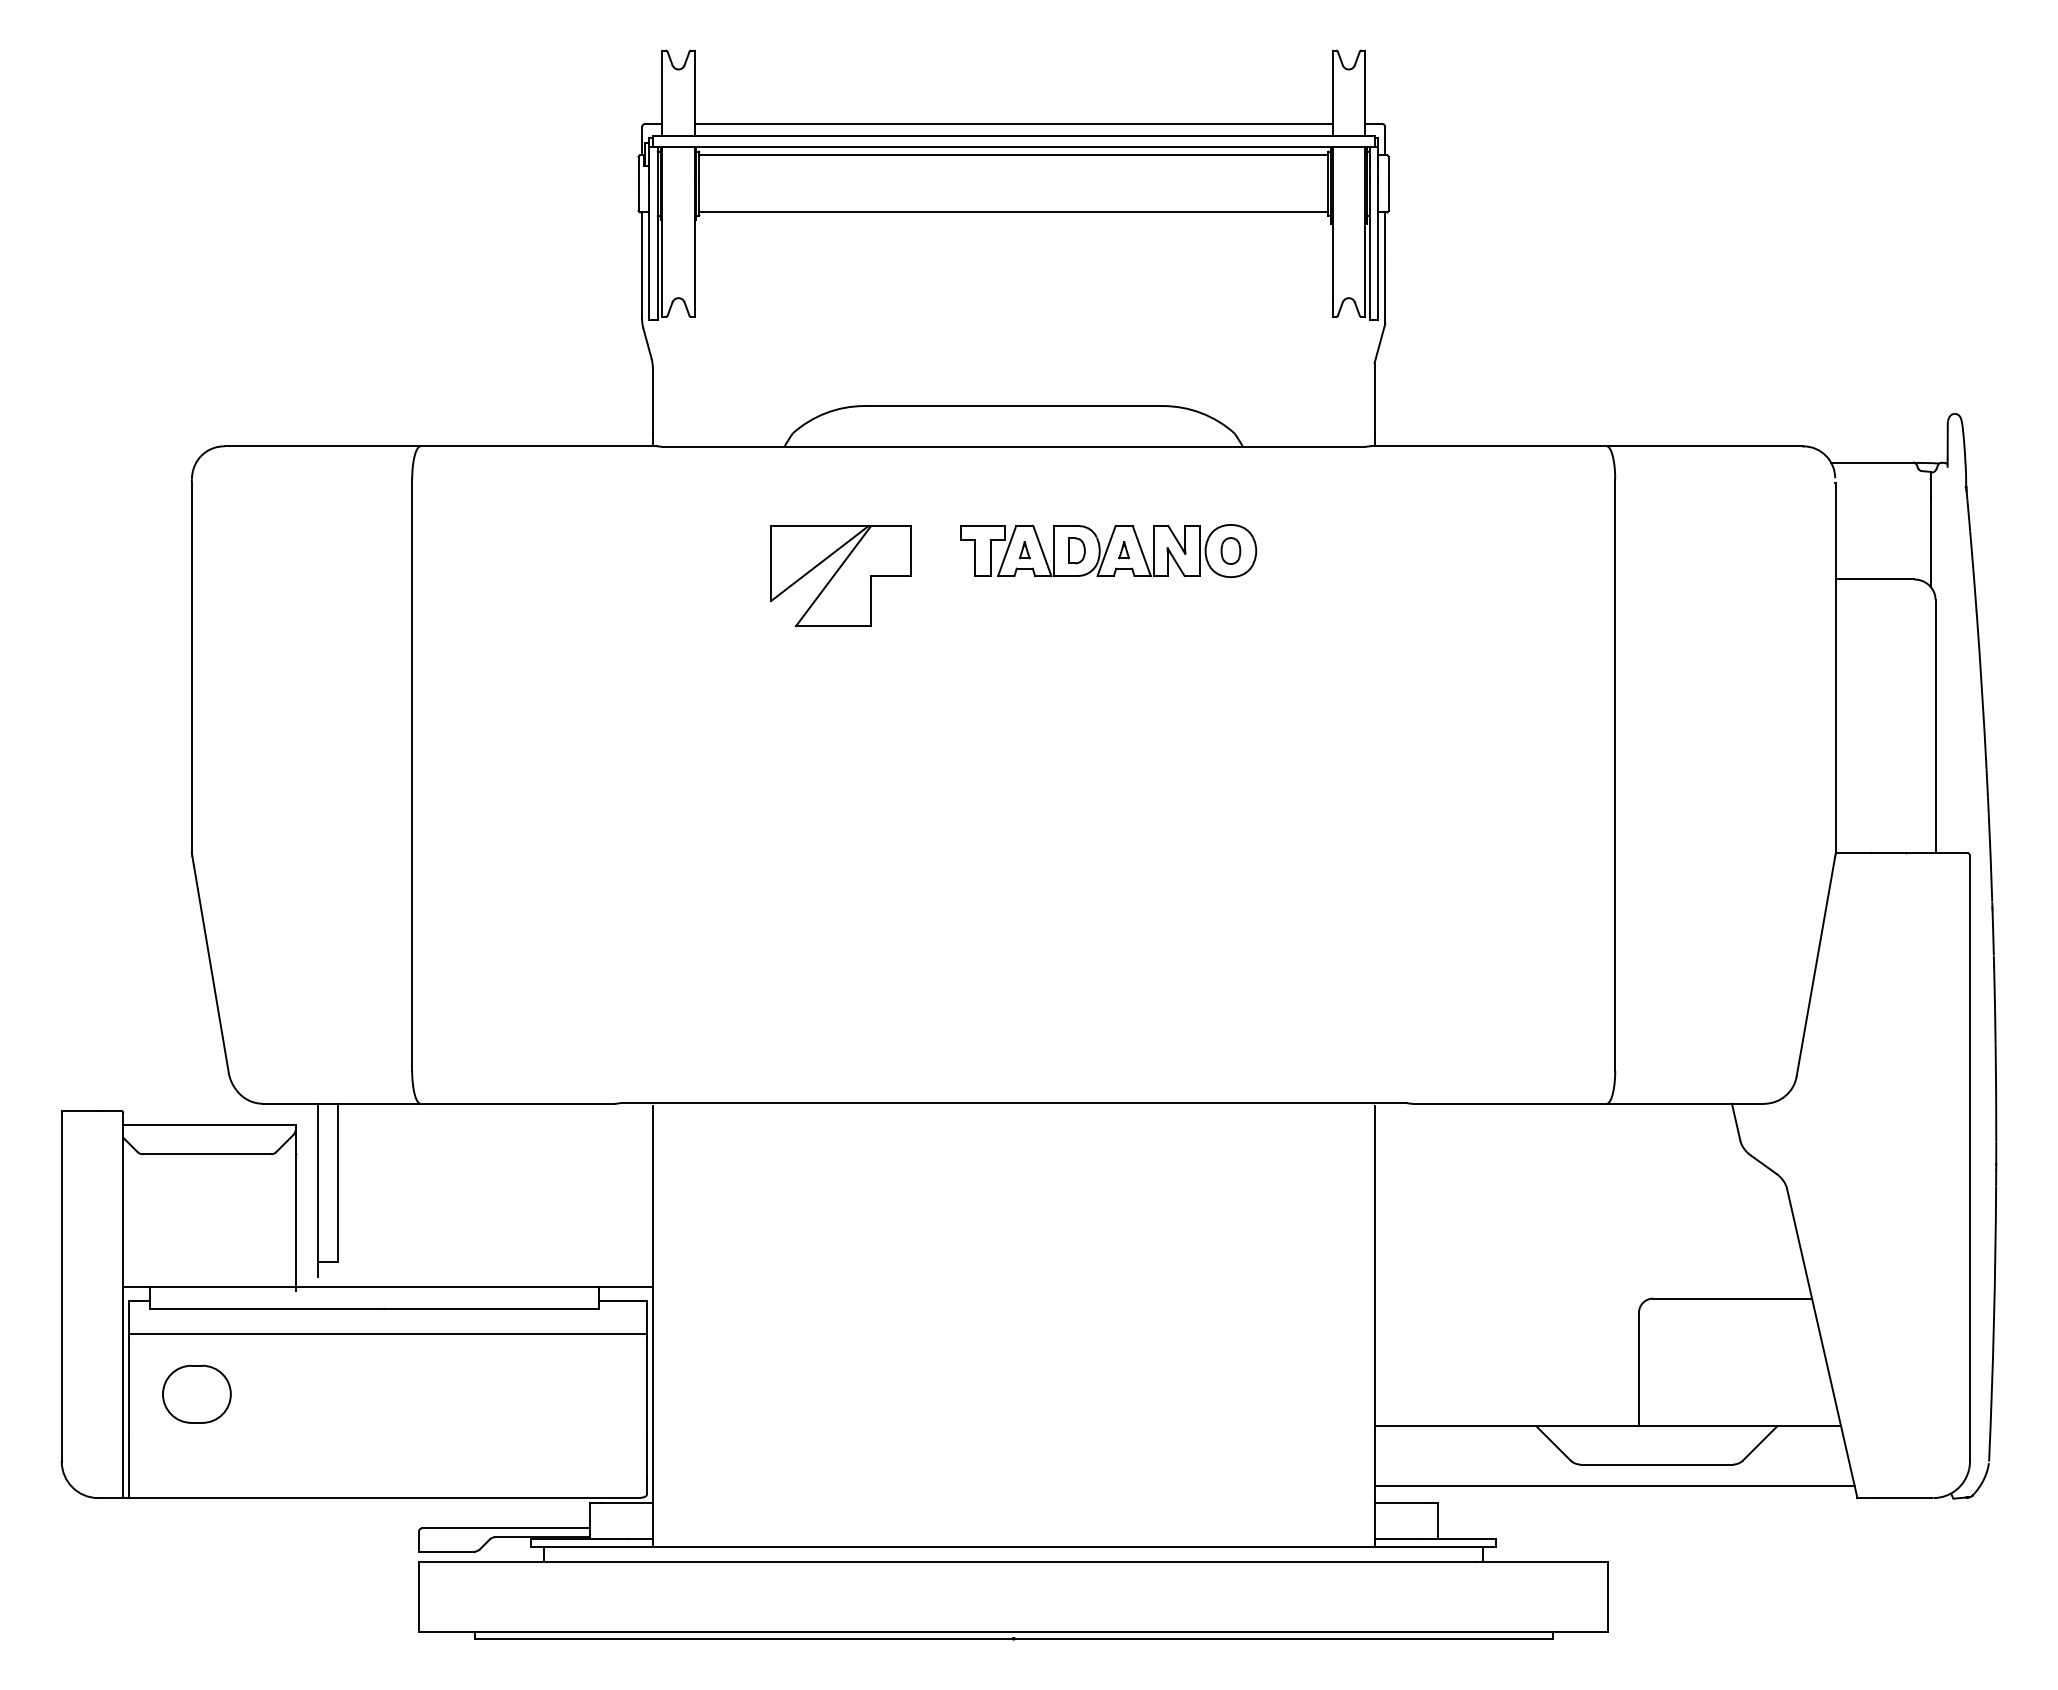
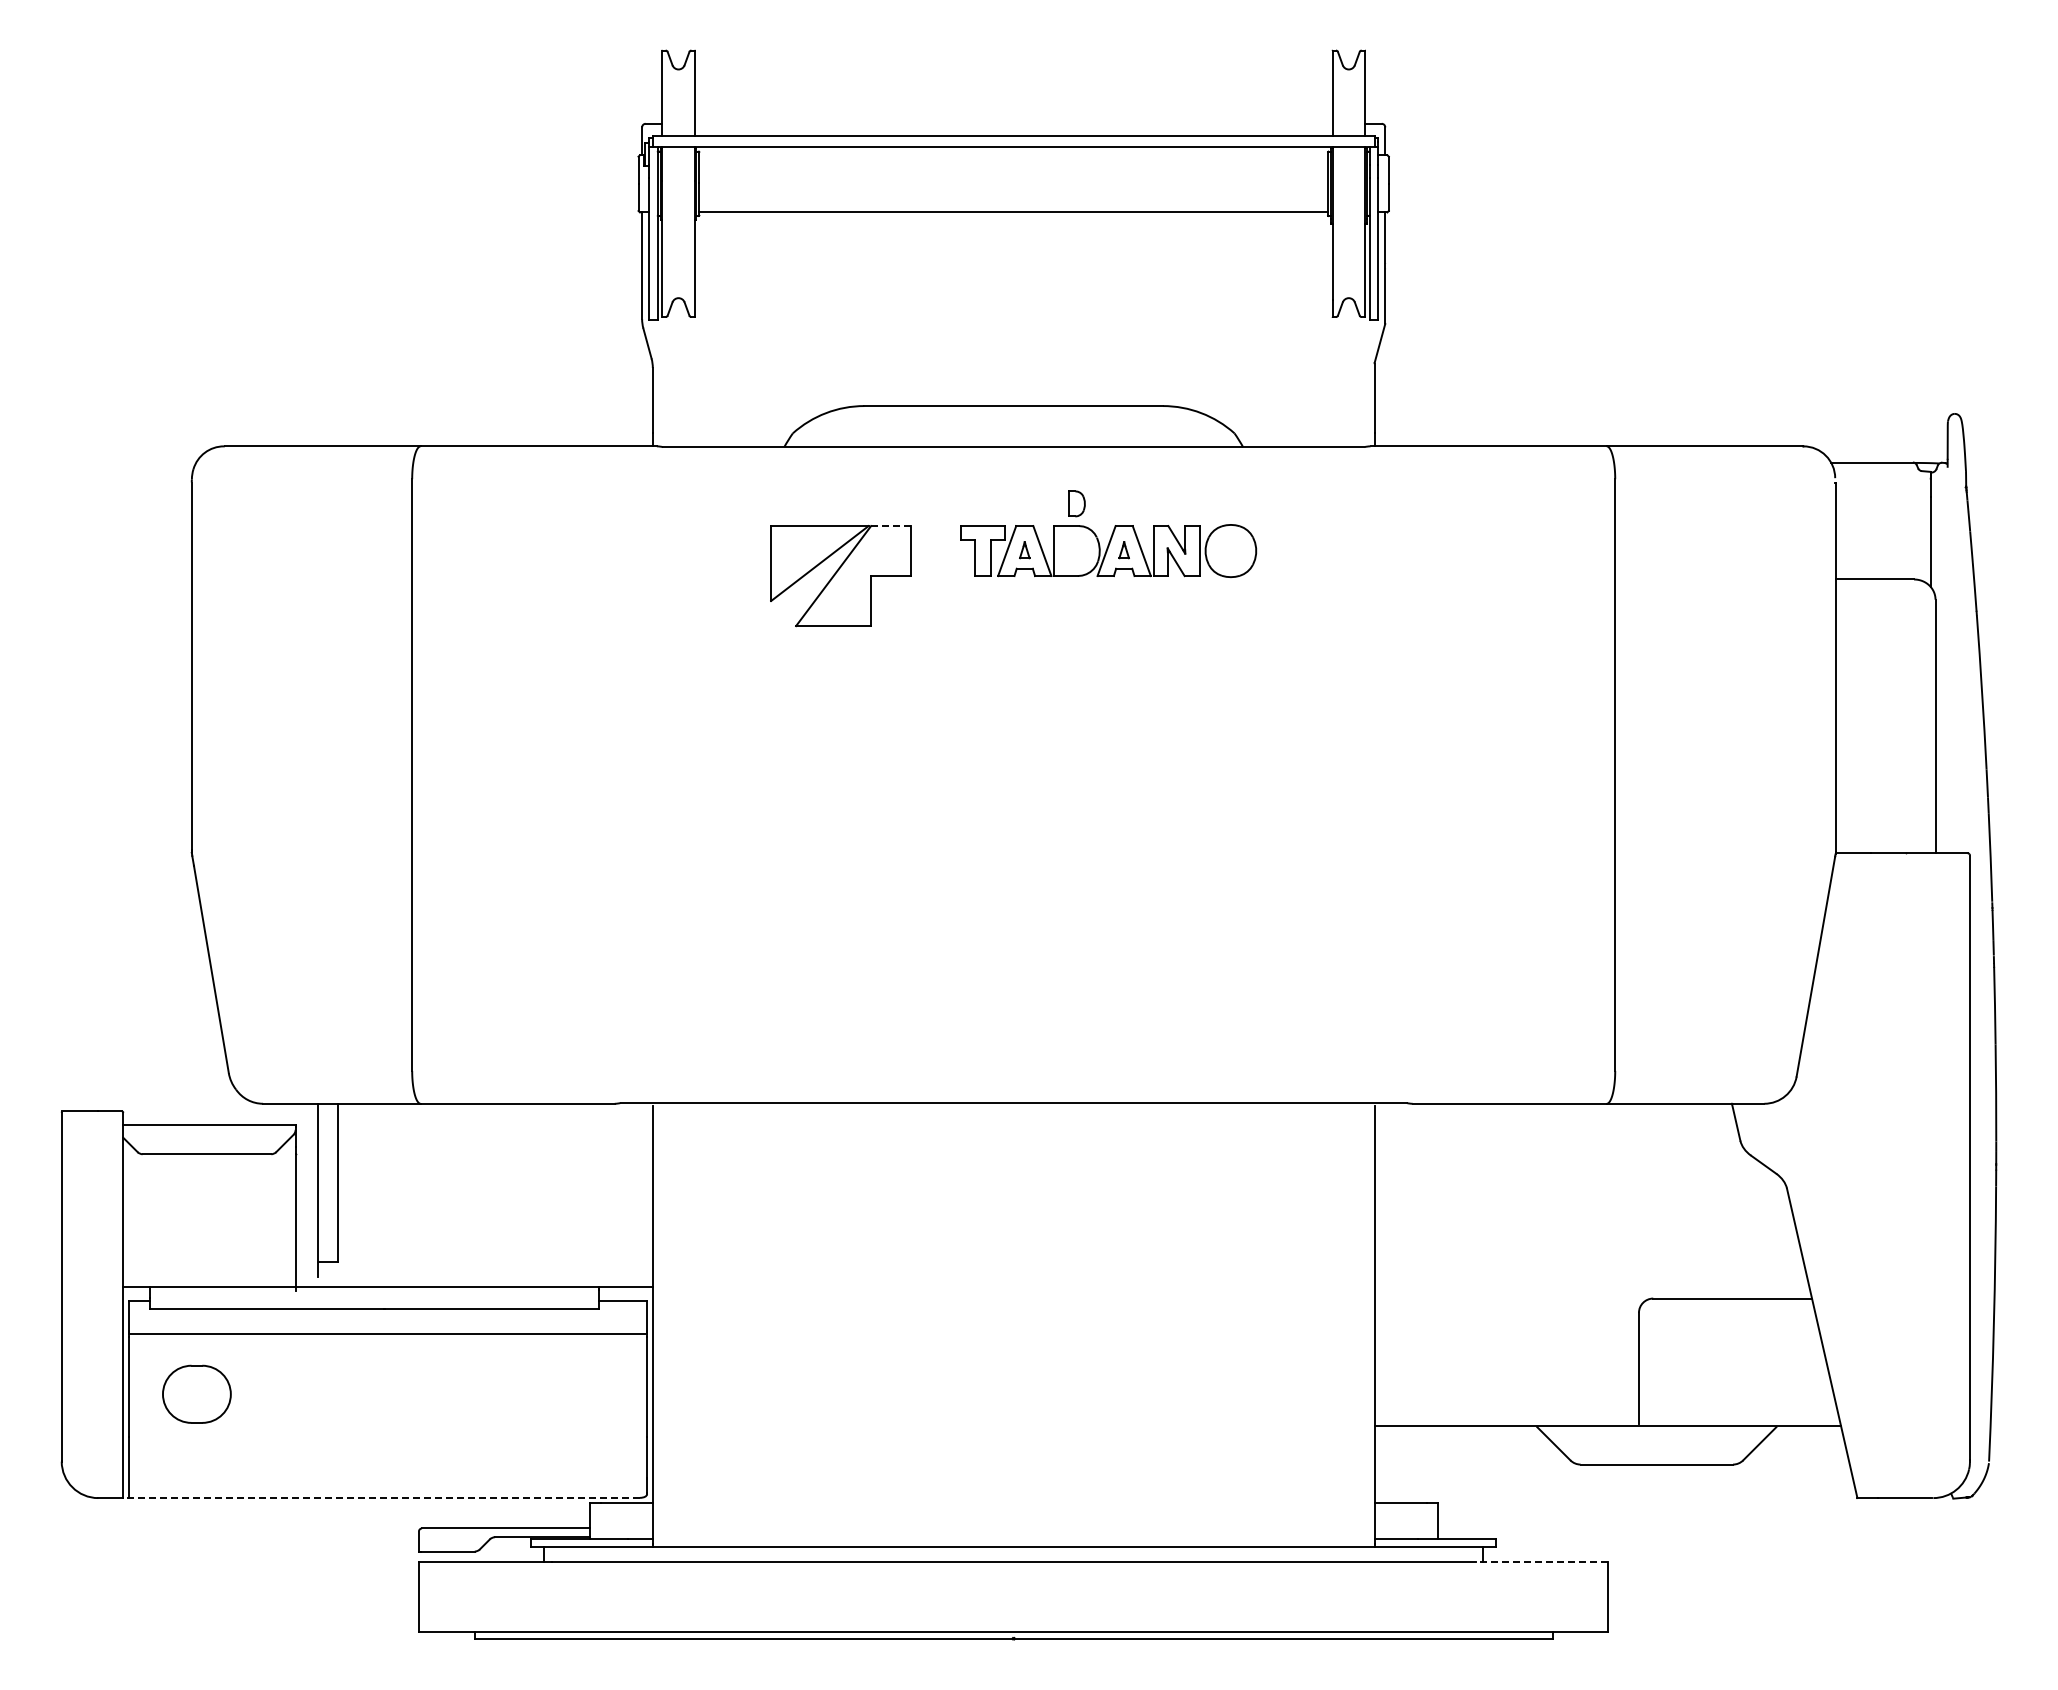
line at (1013, 123): present -> none
line at (1013, 155): present -> none
line at (891, 526): solid -> dashed
part at (1076, 550) position: (1076, 550) -> (1076, 503)
part at (1230, 550): present -> none
line at (1614, 1485): present -> none
line at (381, 1497): solid -> dashed
line at (1541, 1561): solid -> dashed
